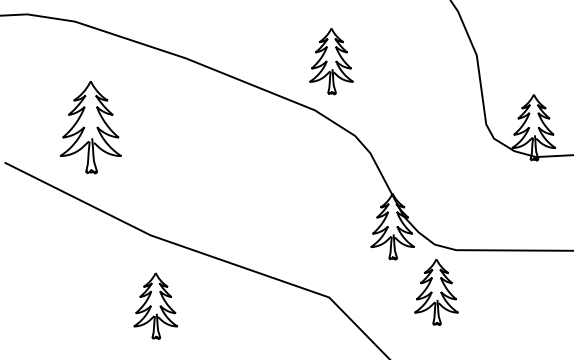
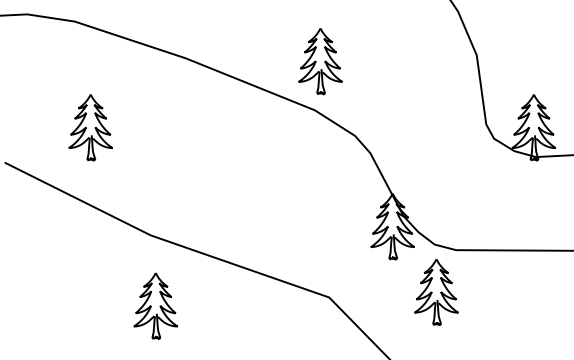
part at (331, 61) position: (331, 61) -> (320, 61)
part at (90, 127) size: 63x94 px -> 45x68 px
